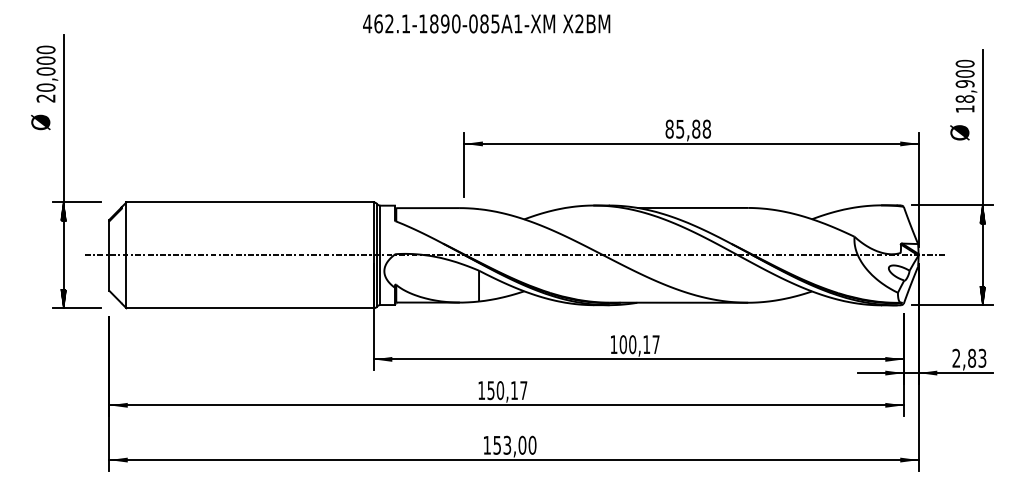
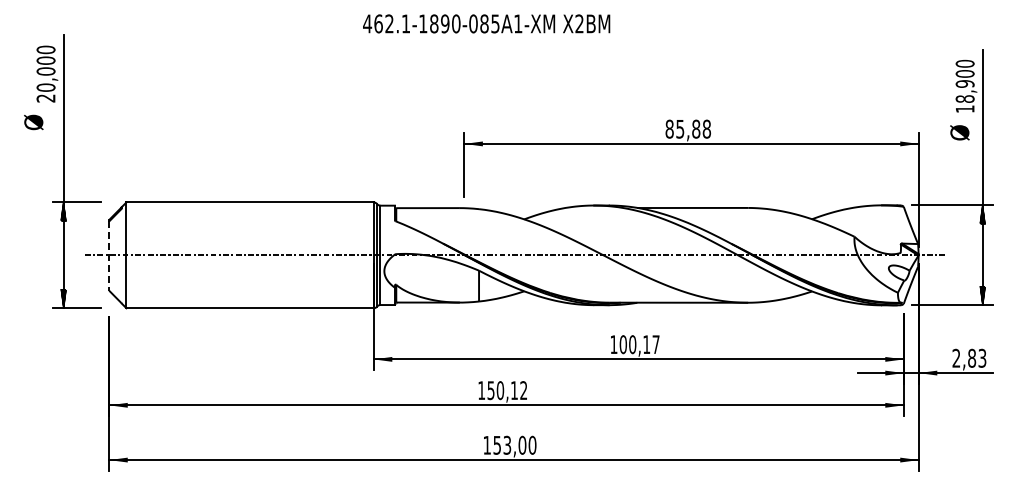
text at (40, 122) position: (40, 122) -> (33, 122)
line at (109, 256): solid -> dashed
text at (523, 390): 150,17 -> 150,12
